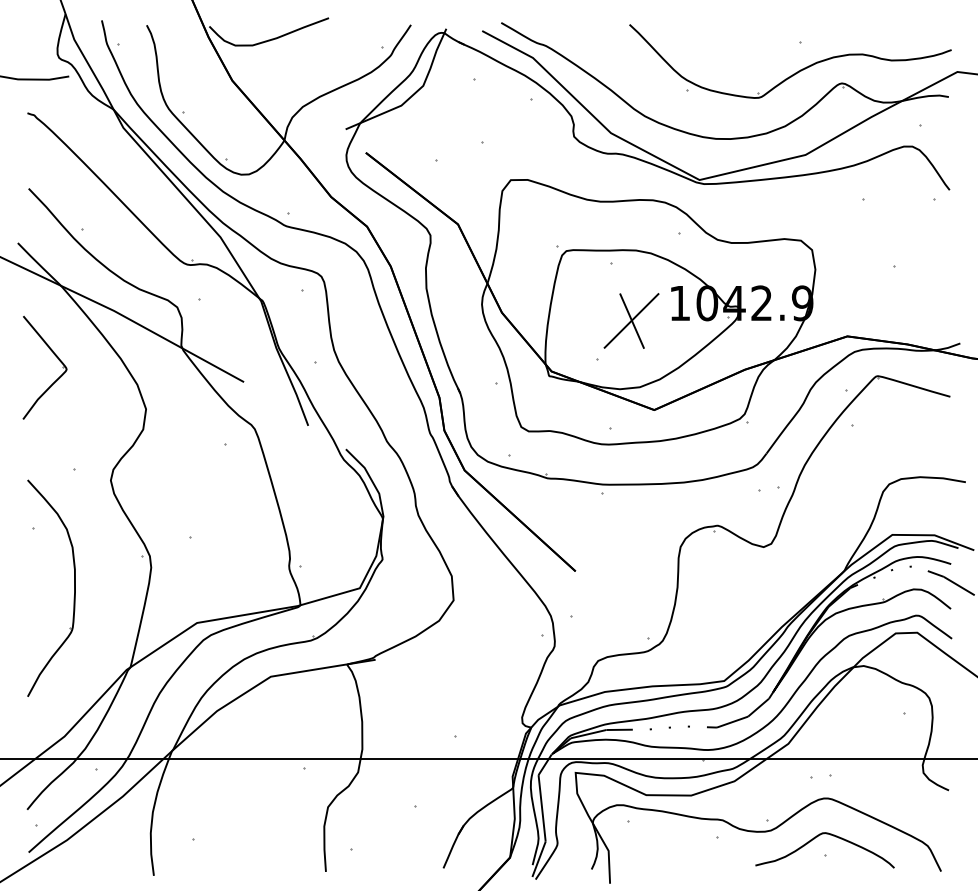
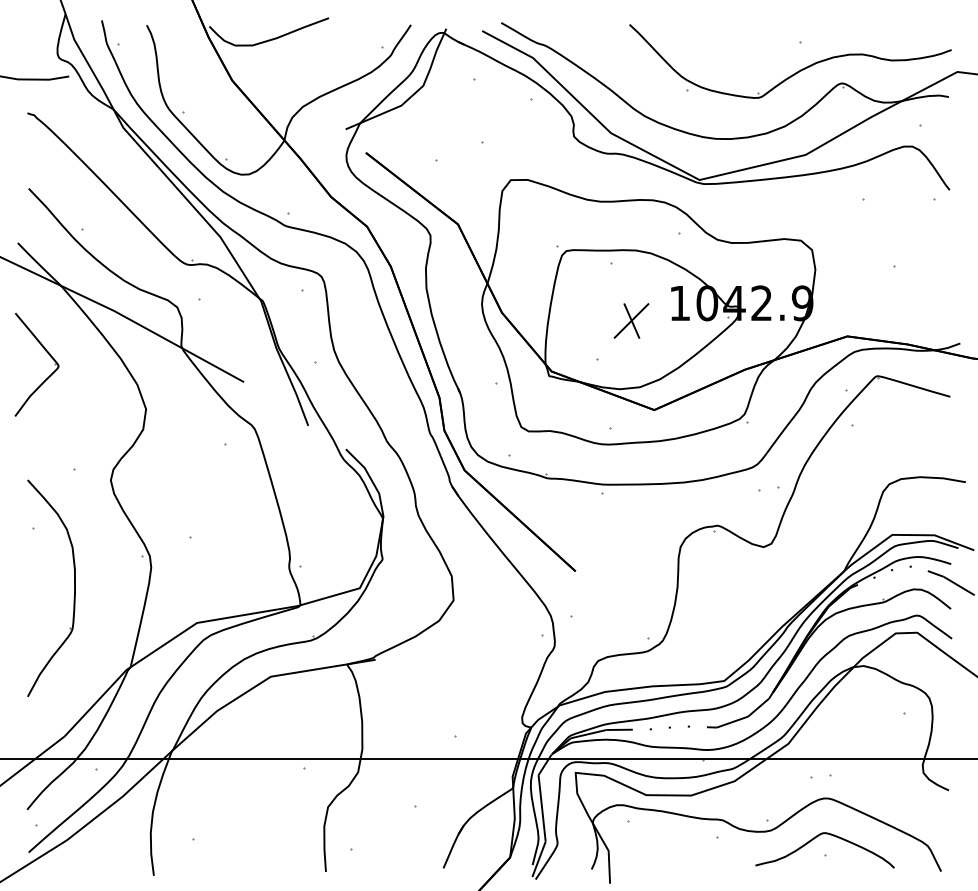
part at (631, 320) size: 57x56 px -> 37x36 px
part at (55, 356) position: (55, 356) -> (47, 353)
